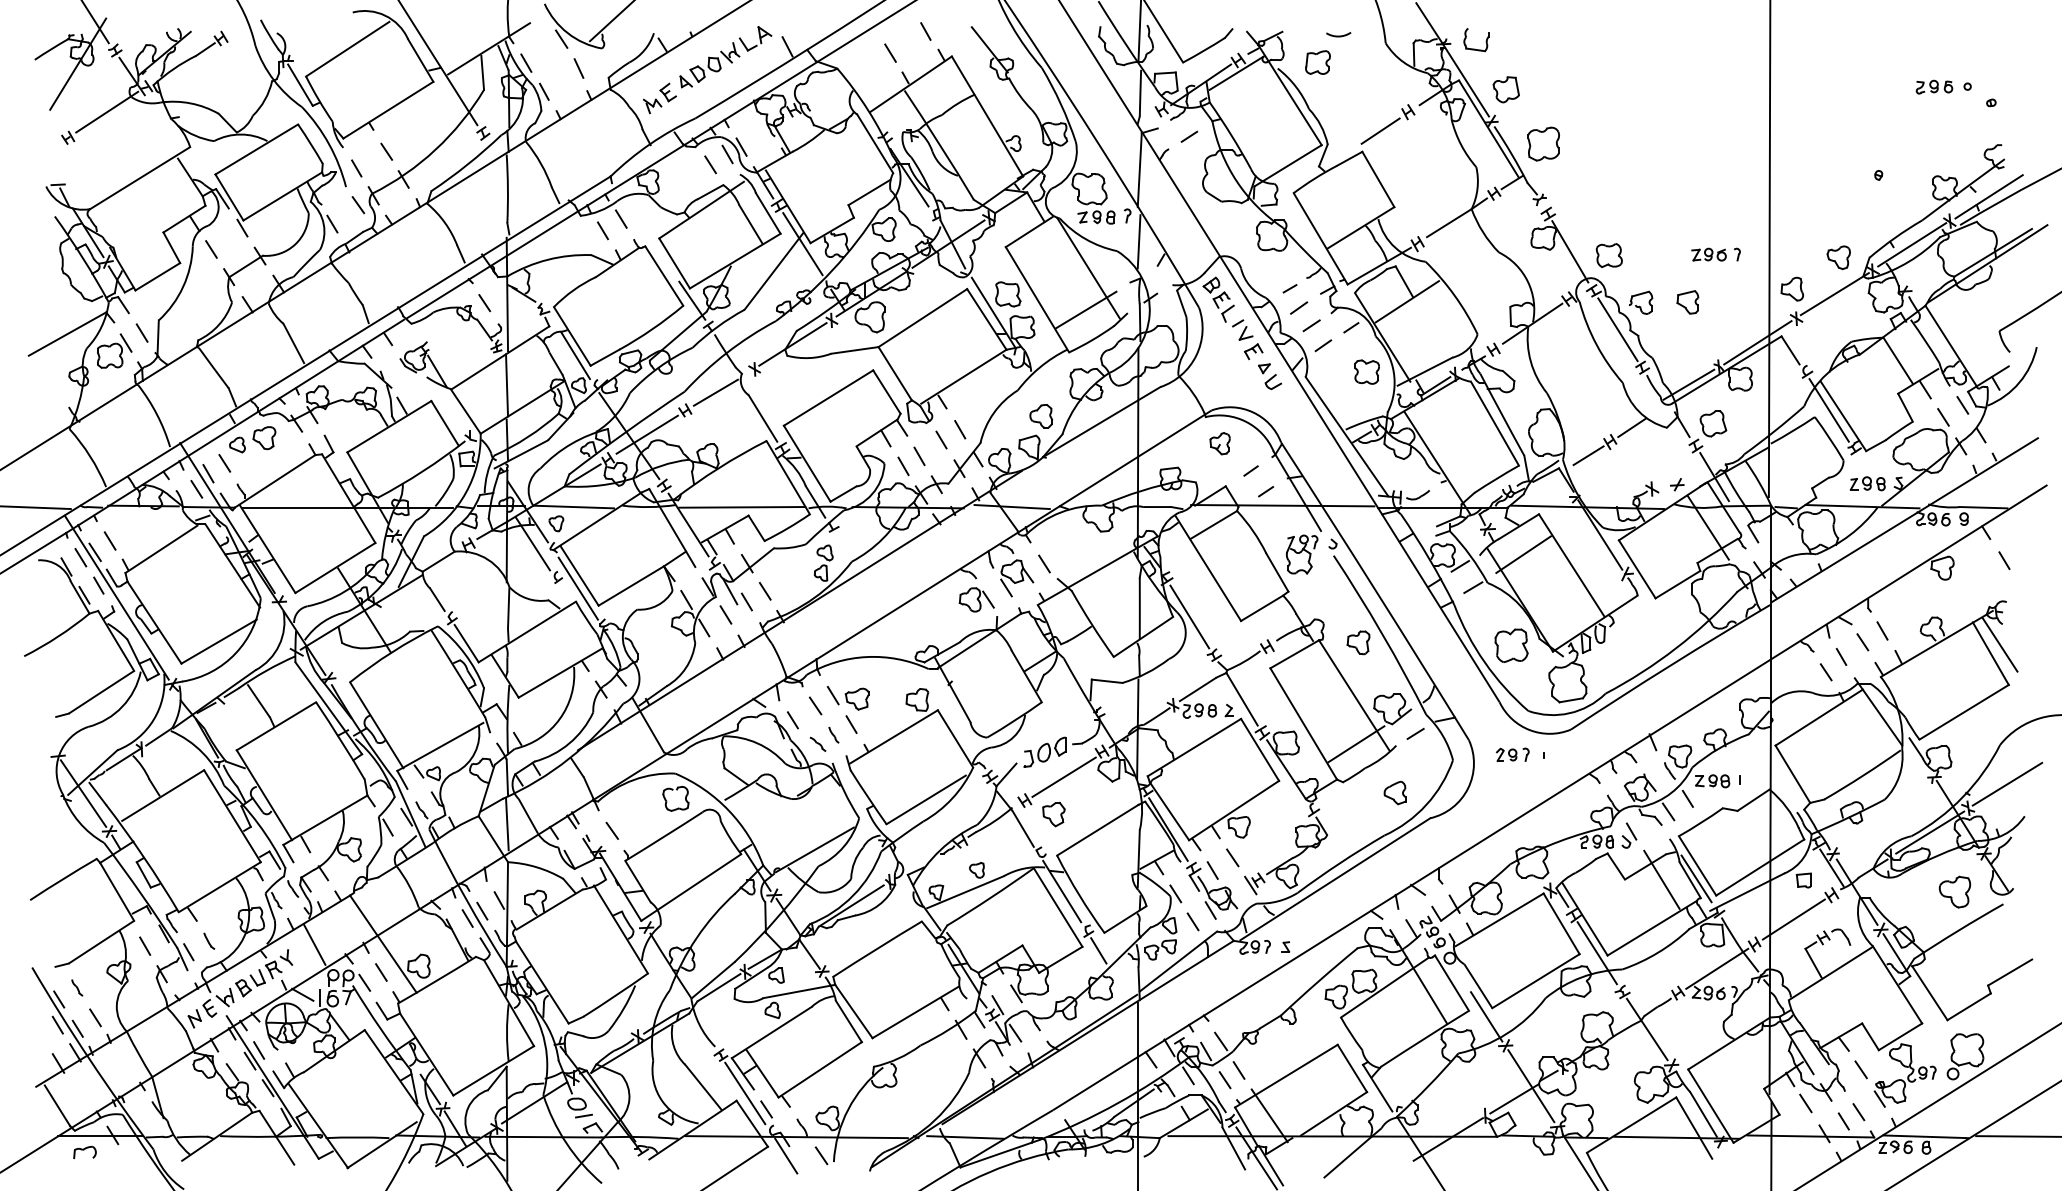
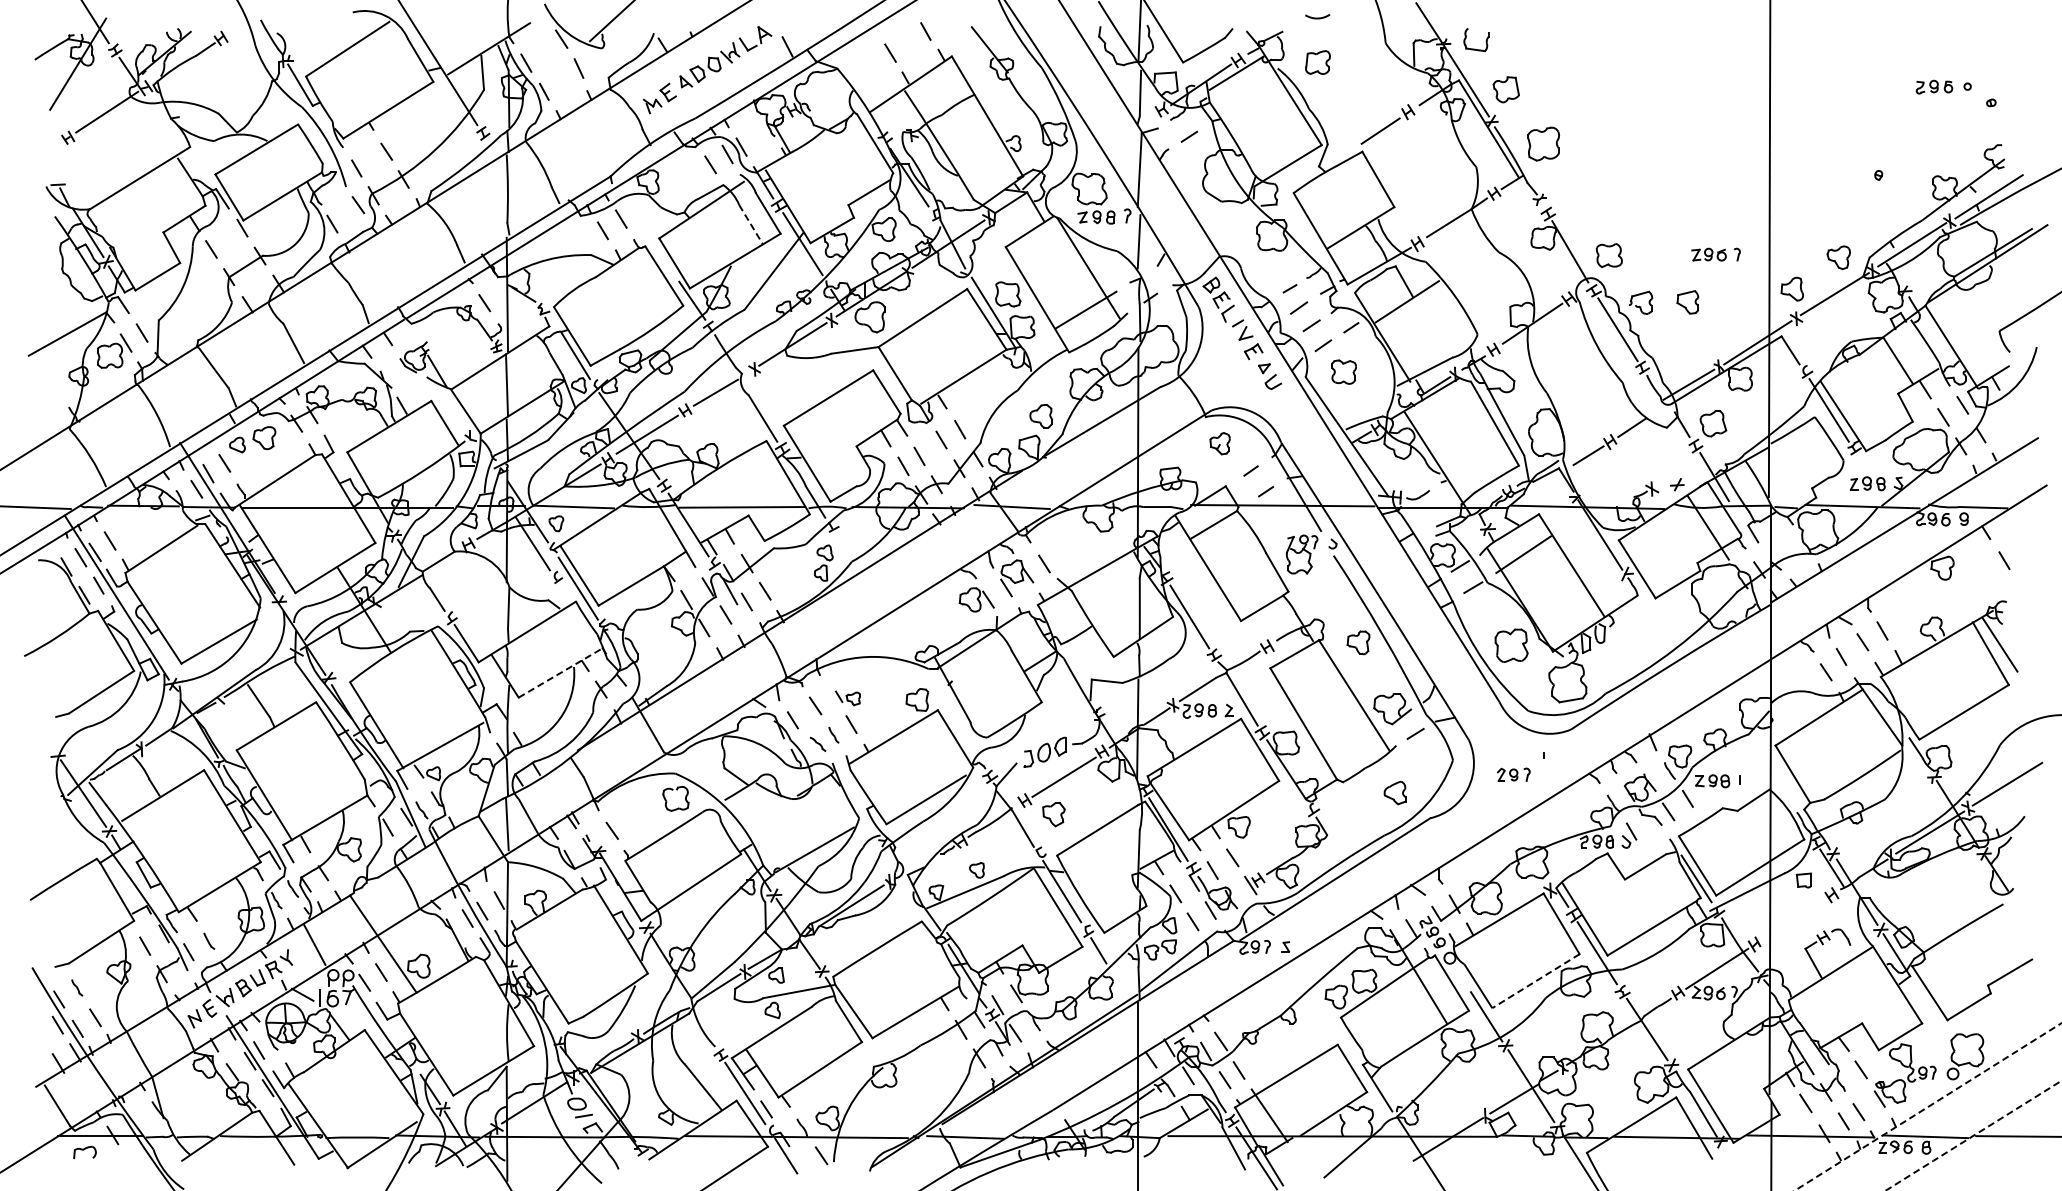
arc at (1338, 35) position: (1338, 35) -> (1317, 17)
line at (750, 224): solid -> dashed
part at (1366, 371) position: (1366, 371) -> (1343, 371)
line at (560, 672): solid -> dashed
part at (847, 698) size: 44x25 px -> 27x17 px
line at (1356, 744): present -> none
part at (1512, 754) position: (1512, 754) -> (1513, 774)
line at (1661, 879): present -> none
part at (1954, 891): present -> none
line at (1793, 919): present -> none
line at (1535, 981): solid -> dashed
line at (1927, 1107): solid -> dashed
arc at (1973, 1136): solid -> dashed
